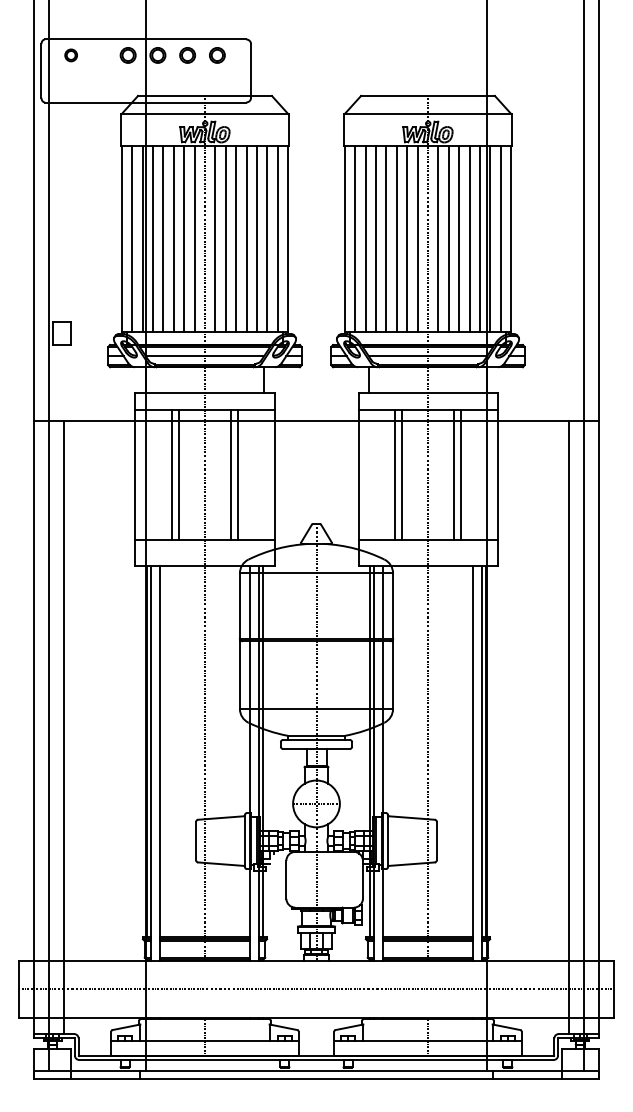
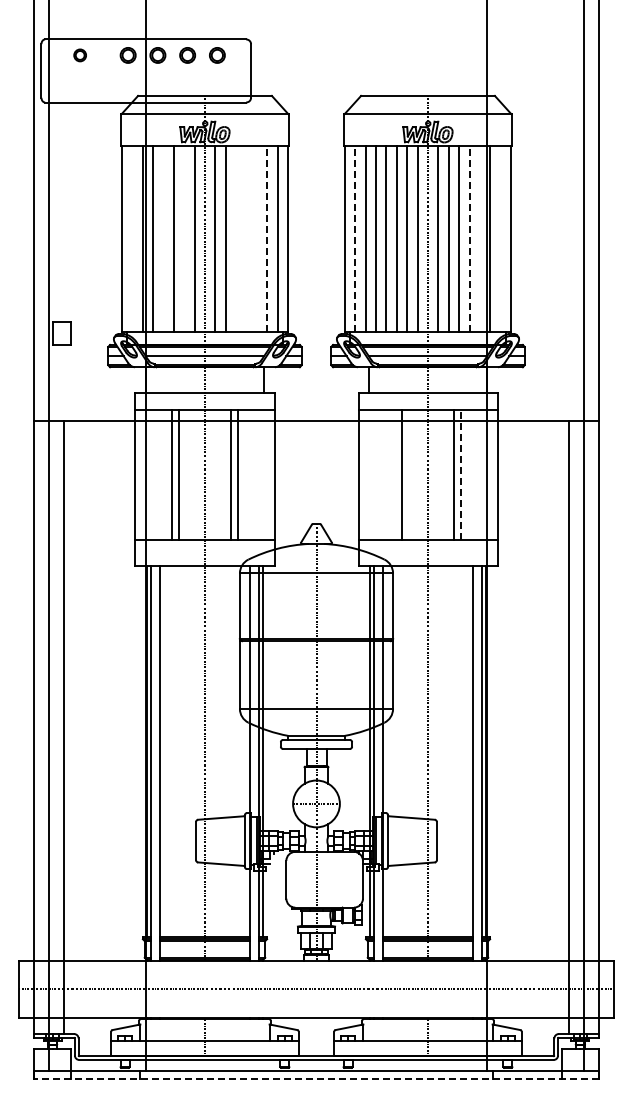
part at (70, 55) position: (70, 55) -> (79, 55)
line at (132, 238): present -> none
line at (163, 238): present -> none
line at (184, 238): present -> none
line at (236, 238): present -> none
line at (246, 238): present -> none
line at (257, 238): present -> none
line at (267, 238): solid -> dashed
line at (355, 238): solid -> dashed
line at (469, 238): solid -> dashed
line at (480, 238): present -> none
line at (500, 238): present -> none
line at (461, 474): solid -> dashed
line at (394, 475): present -> none
line at (316, 1078): solid -> dashed
